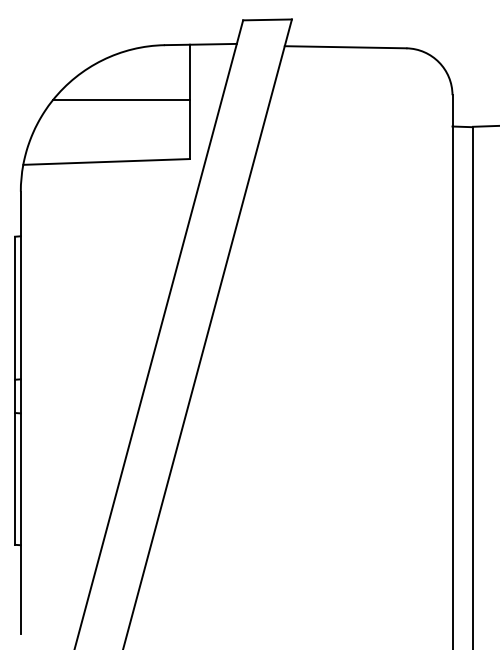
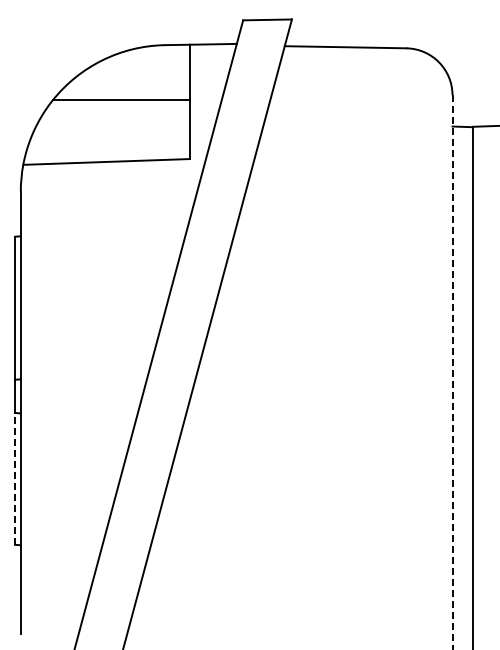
line at (452, 372): solid -> dashed
line at (14, 478): solid -> dashed
